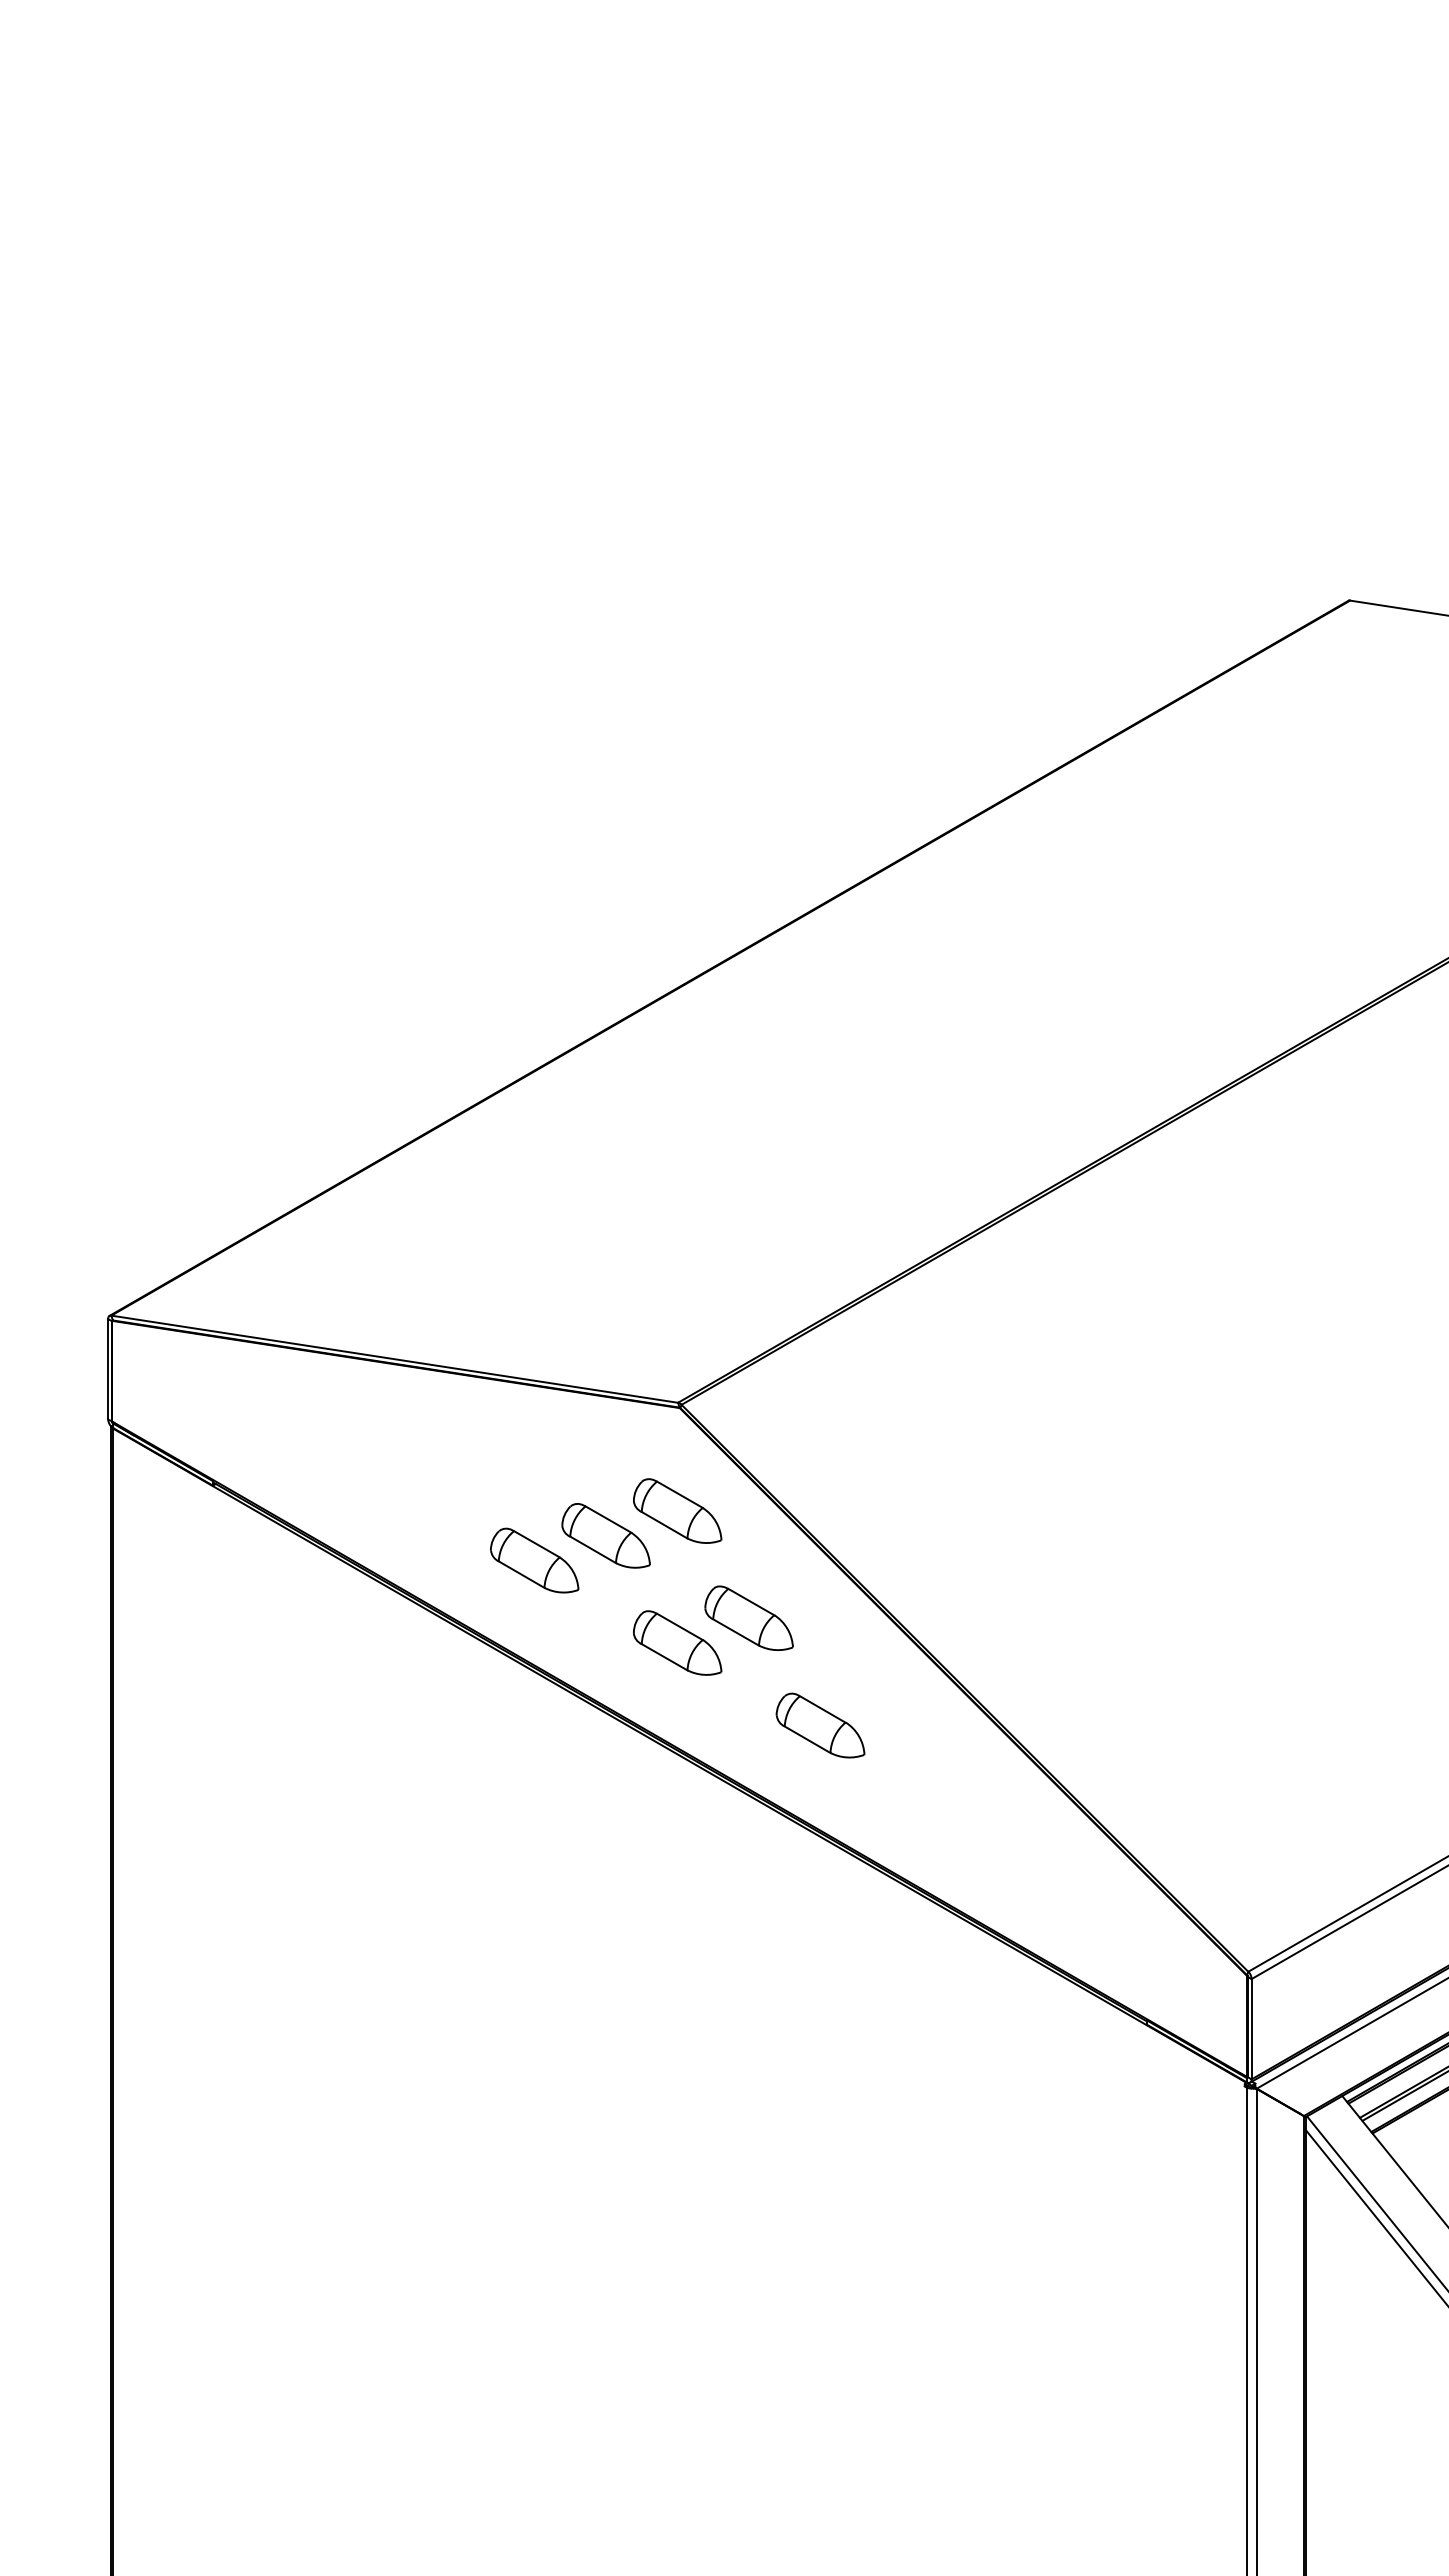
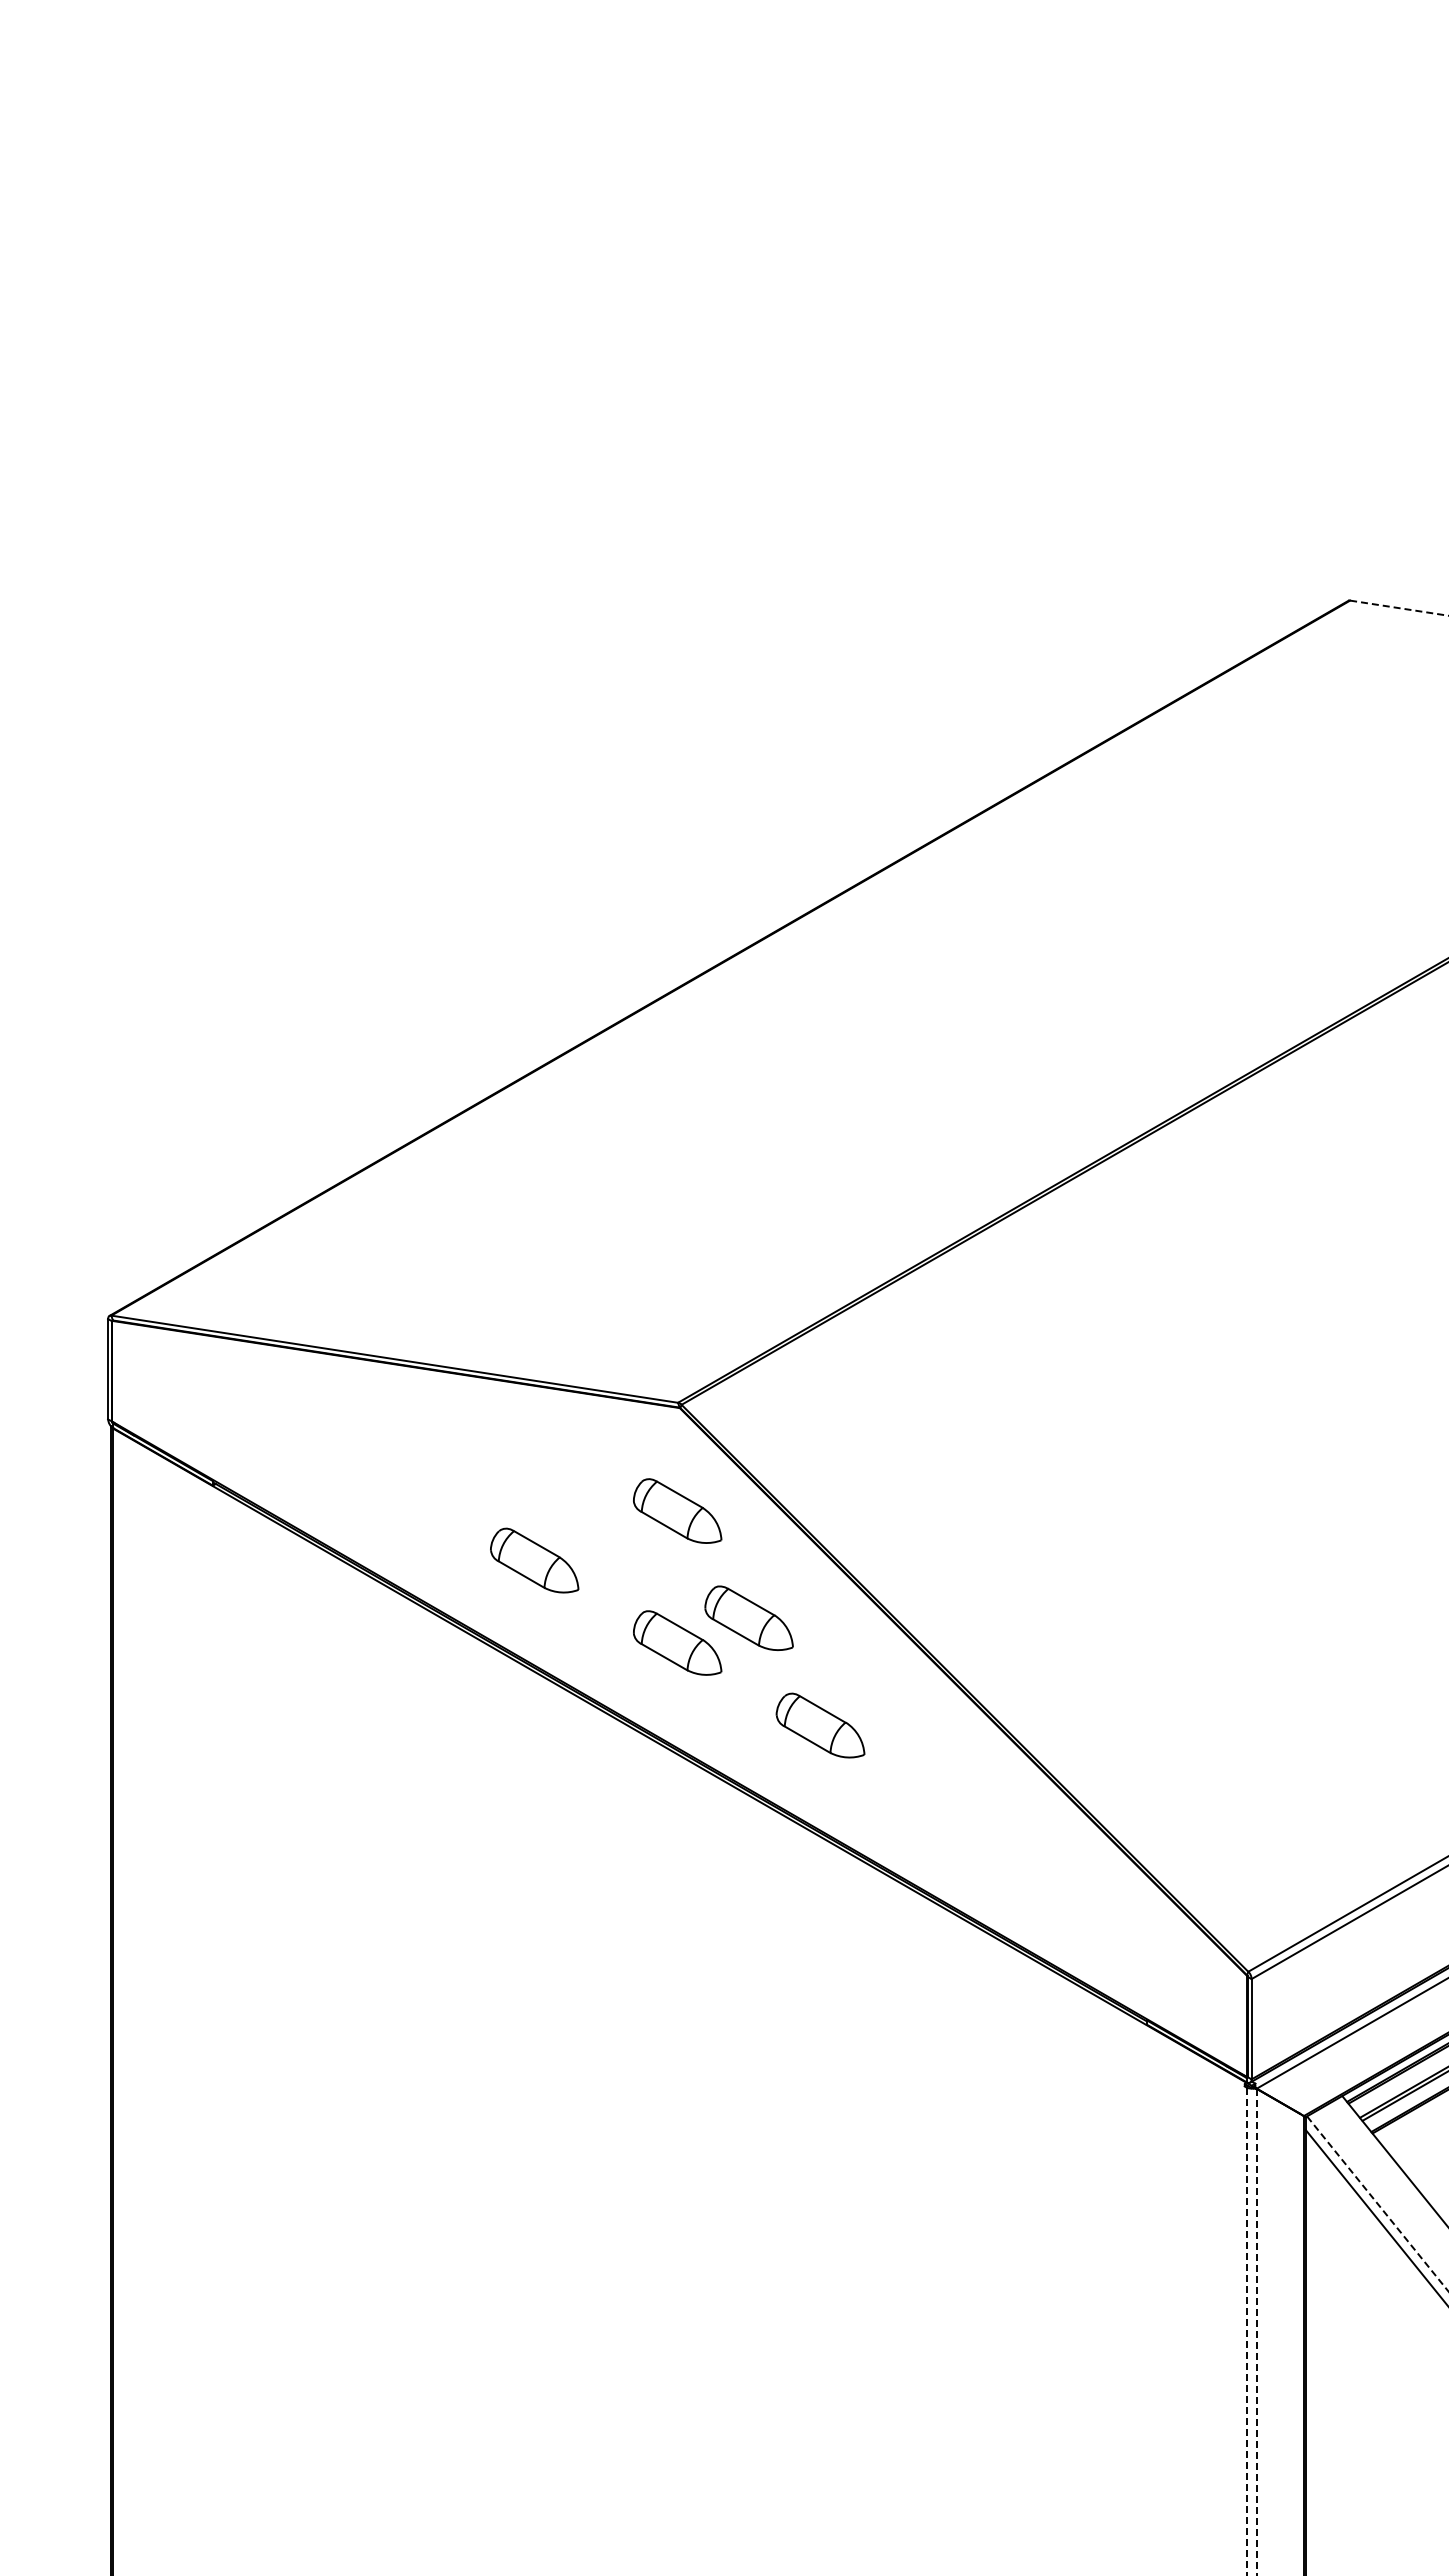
line at (1399, 608): solid -> dashed
part at (605, 1535): present -> none
line at (1378, 2204): solid -> dashed
line at (1246, 2331): solid -> dashed
line at (1256, 2332): solid -> dashed
